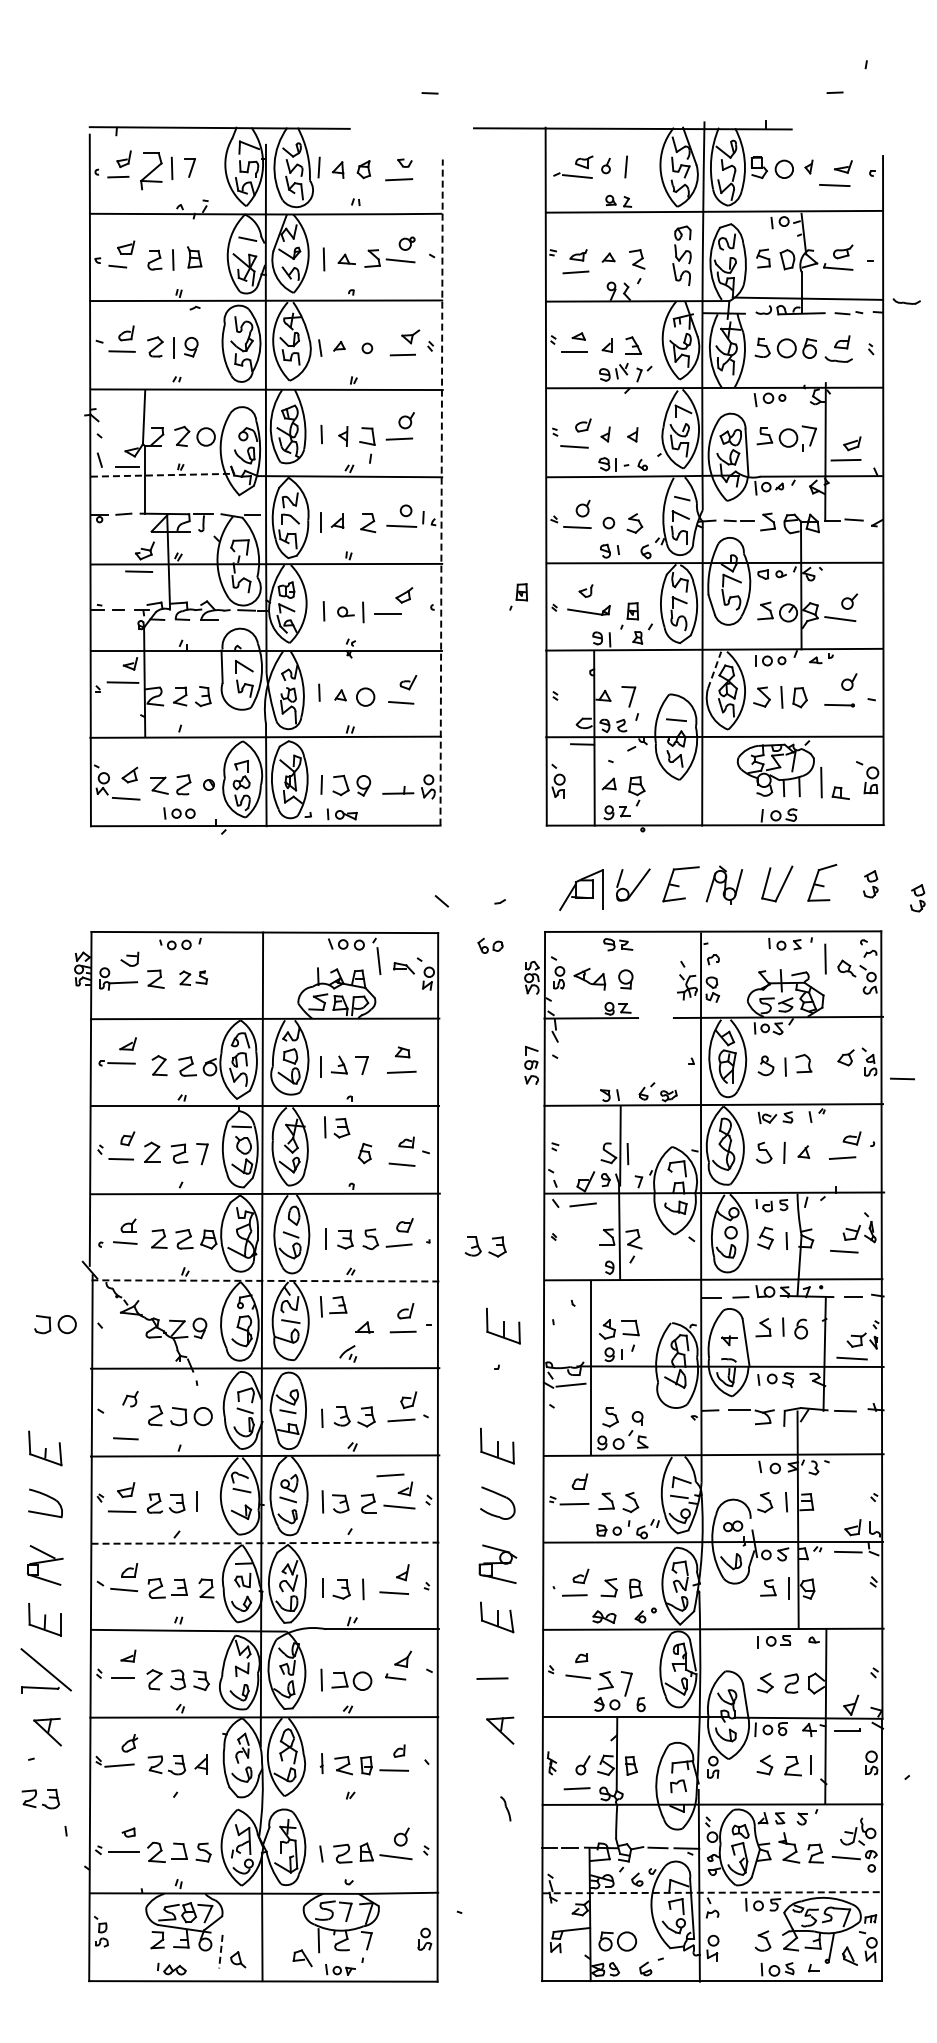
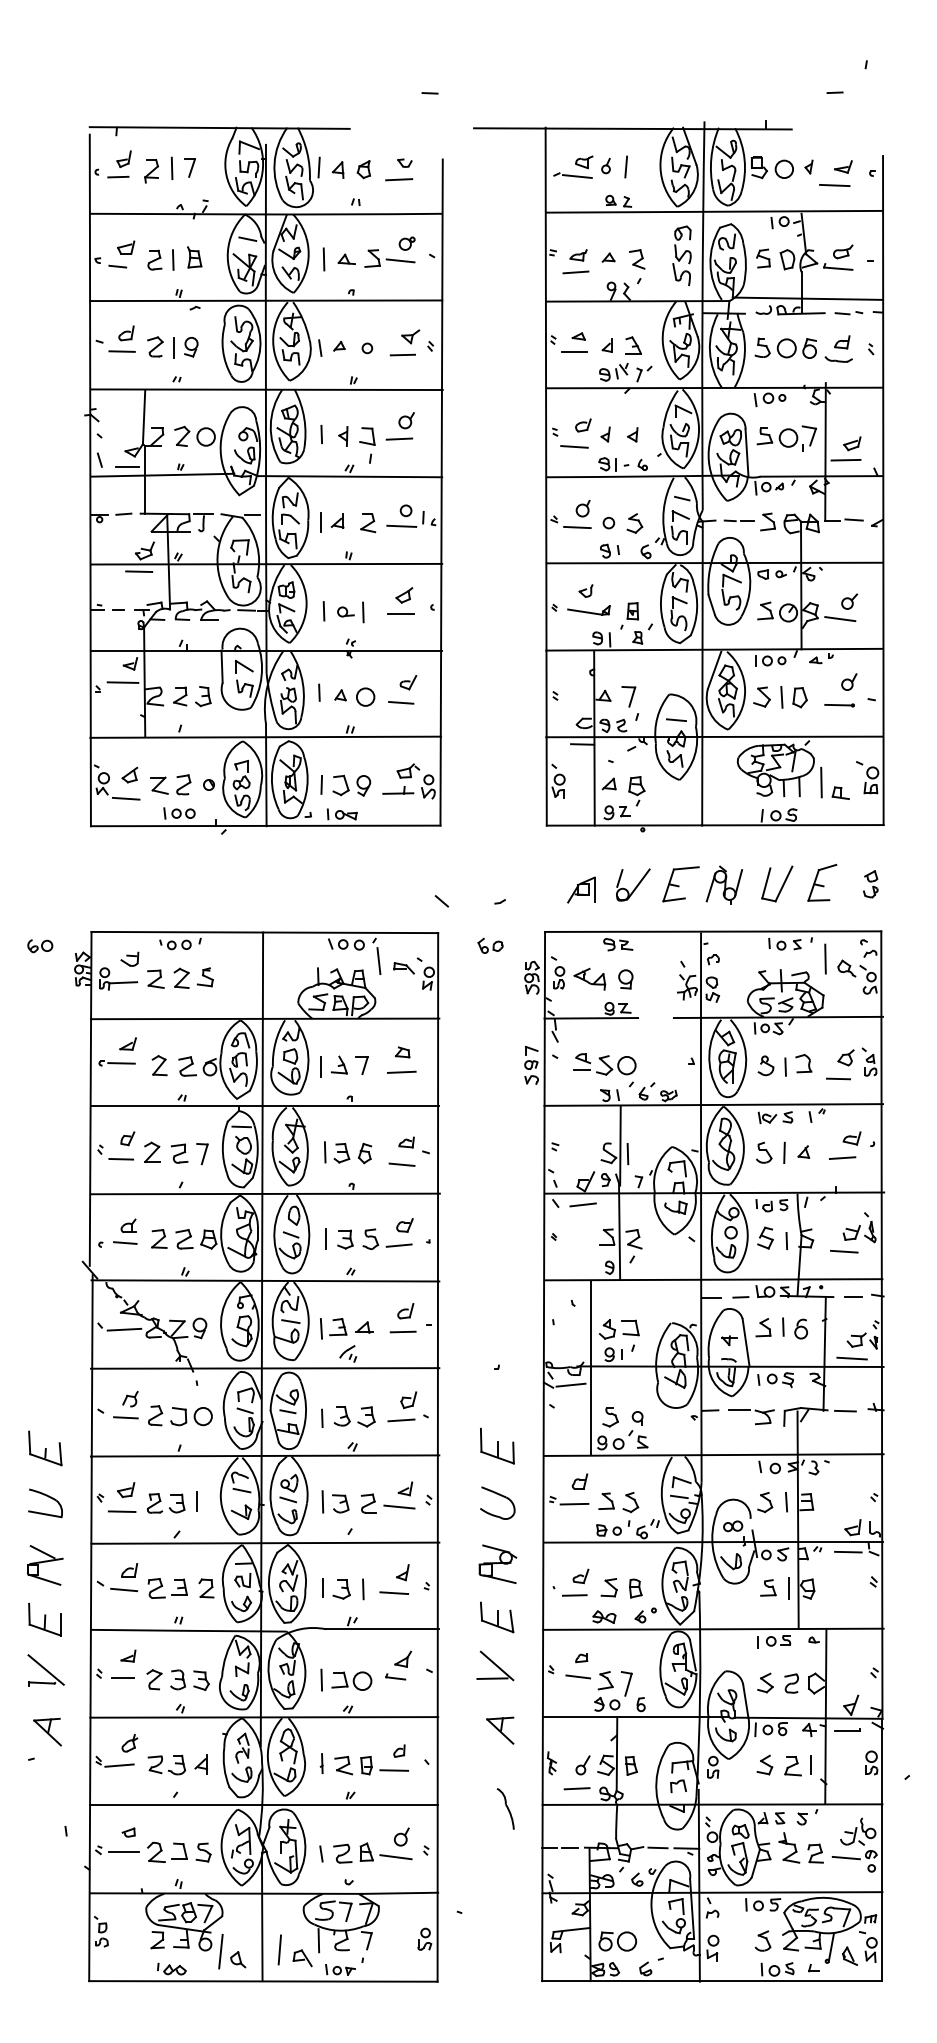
part at (151, 171) size: 23x39 px -> 16x25 px
part at (906, 301): present -> none
line at (162, 475): dashed -> solid
line at (441, 492): dashed -> solid
part at (518, 596): present -> none
line at (387, 613) position: (387, 613) -> (400, 613)
line at (714, 670): dashed -> solid
part at (408, 770): none -> present
part at (581, 889) size: 45x42 px -> 29x28 px
part at (917, 898): present -> none
part at (40, 946): none -> present
part at (193, 977) size: 30x16 px -> 41x22 px
part at (604, 1070): none -> present
line at (902, 1078) position: (902, 1078) -> (838, 1078)
part at (337, 1127) position: (337, 1127) -> (337, 1152)
part at (485, 1246): present -> none
line at (265, 1280): dashed -> solid
part at (333, 1306) position: (333, 1306) -> (333, 1328)
part at (55, 1324): present -> none
part at (503, 1325): present -> none
line at (124, 1329): none -> present
line at (125, 1438) position: (125, 1438) -> (125, 1417)
line at (390, 1475): present -> none
line at (265, 1543): dashed -> solid
line at (496, 1665): none -> present
part at (45, 1670) size: 52x46 px -> 38x33 px
part at (40, 1798): present -> none
line at (263, 1804): none -> present
part at (505, 1808) size: 12x26 px -> 19x42 px
line at (712, 1892): dashed -> solid
line at (279, 1949): none -> present
line at (220, 1951): dashed -> solid
